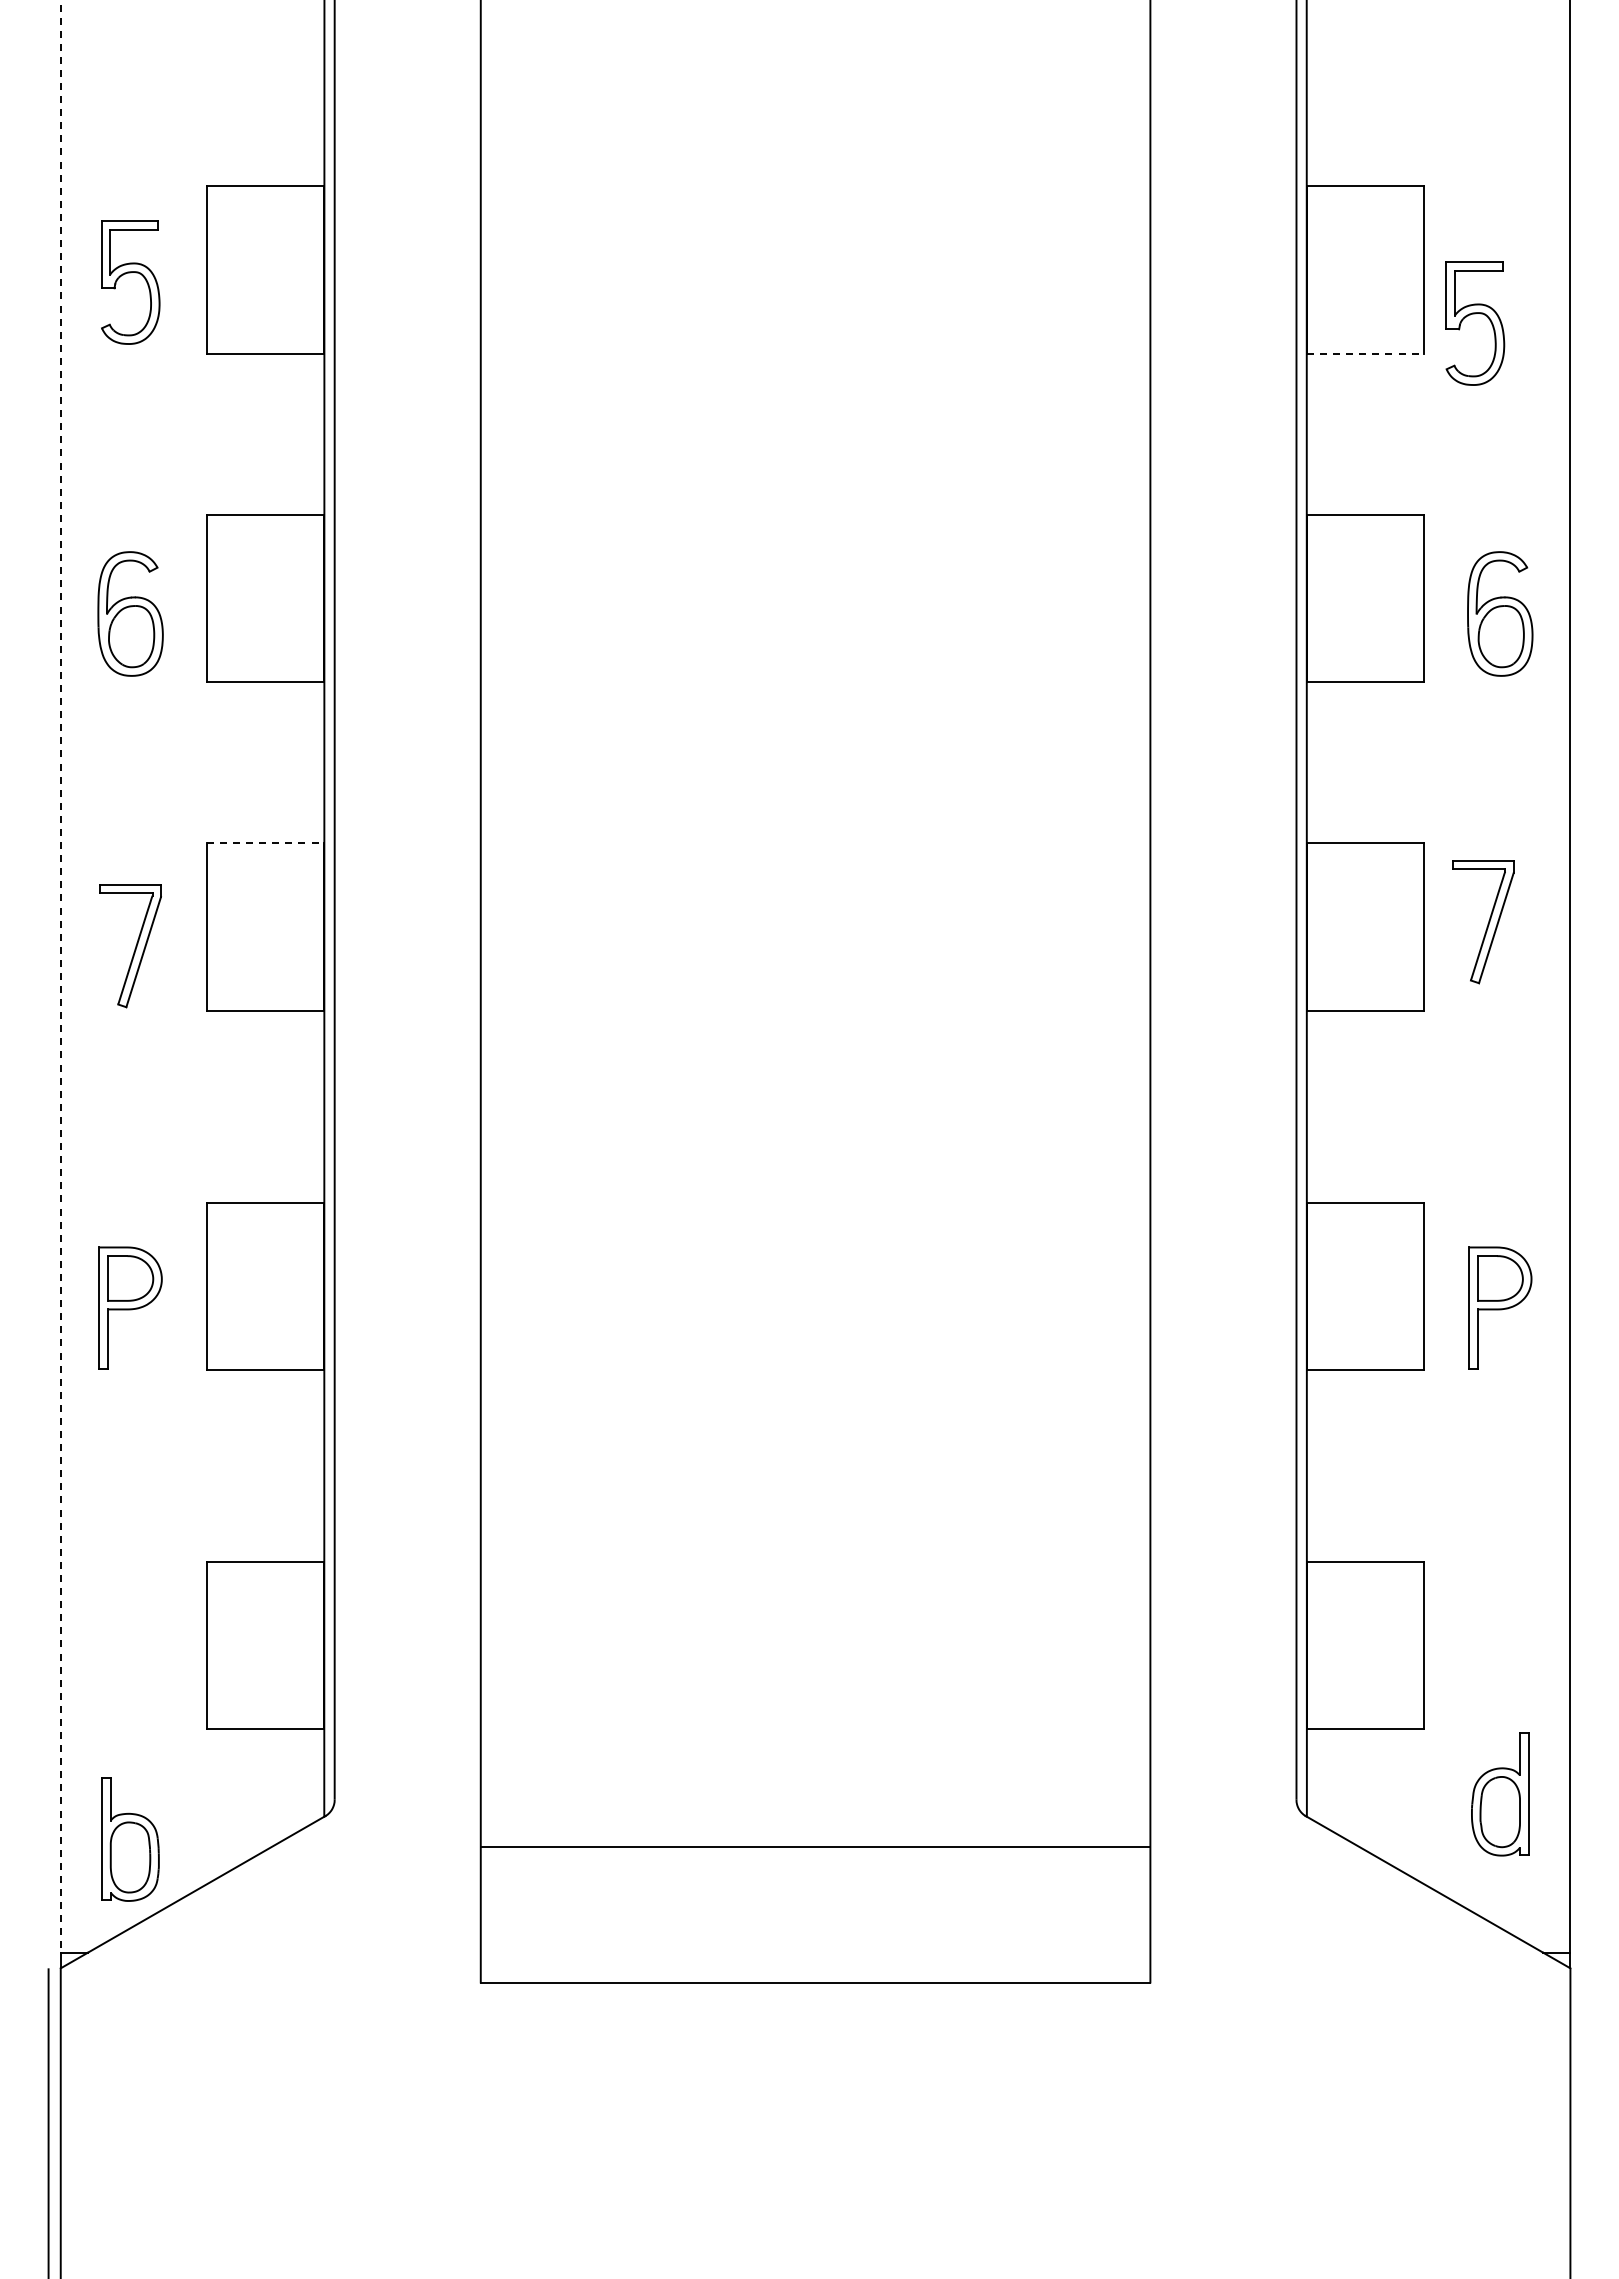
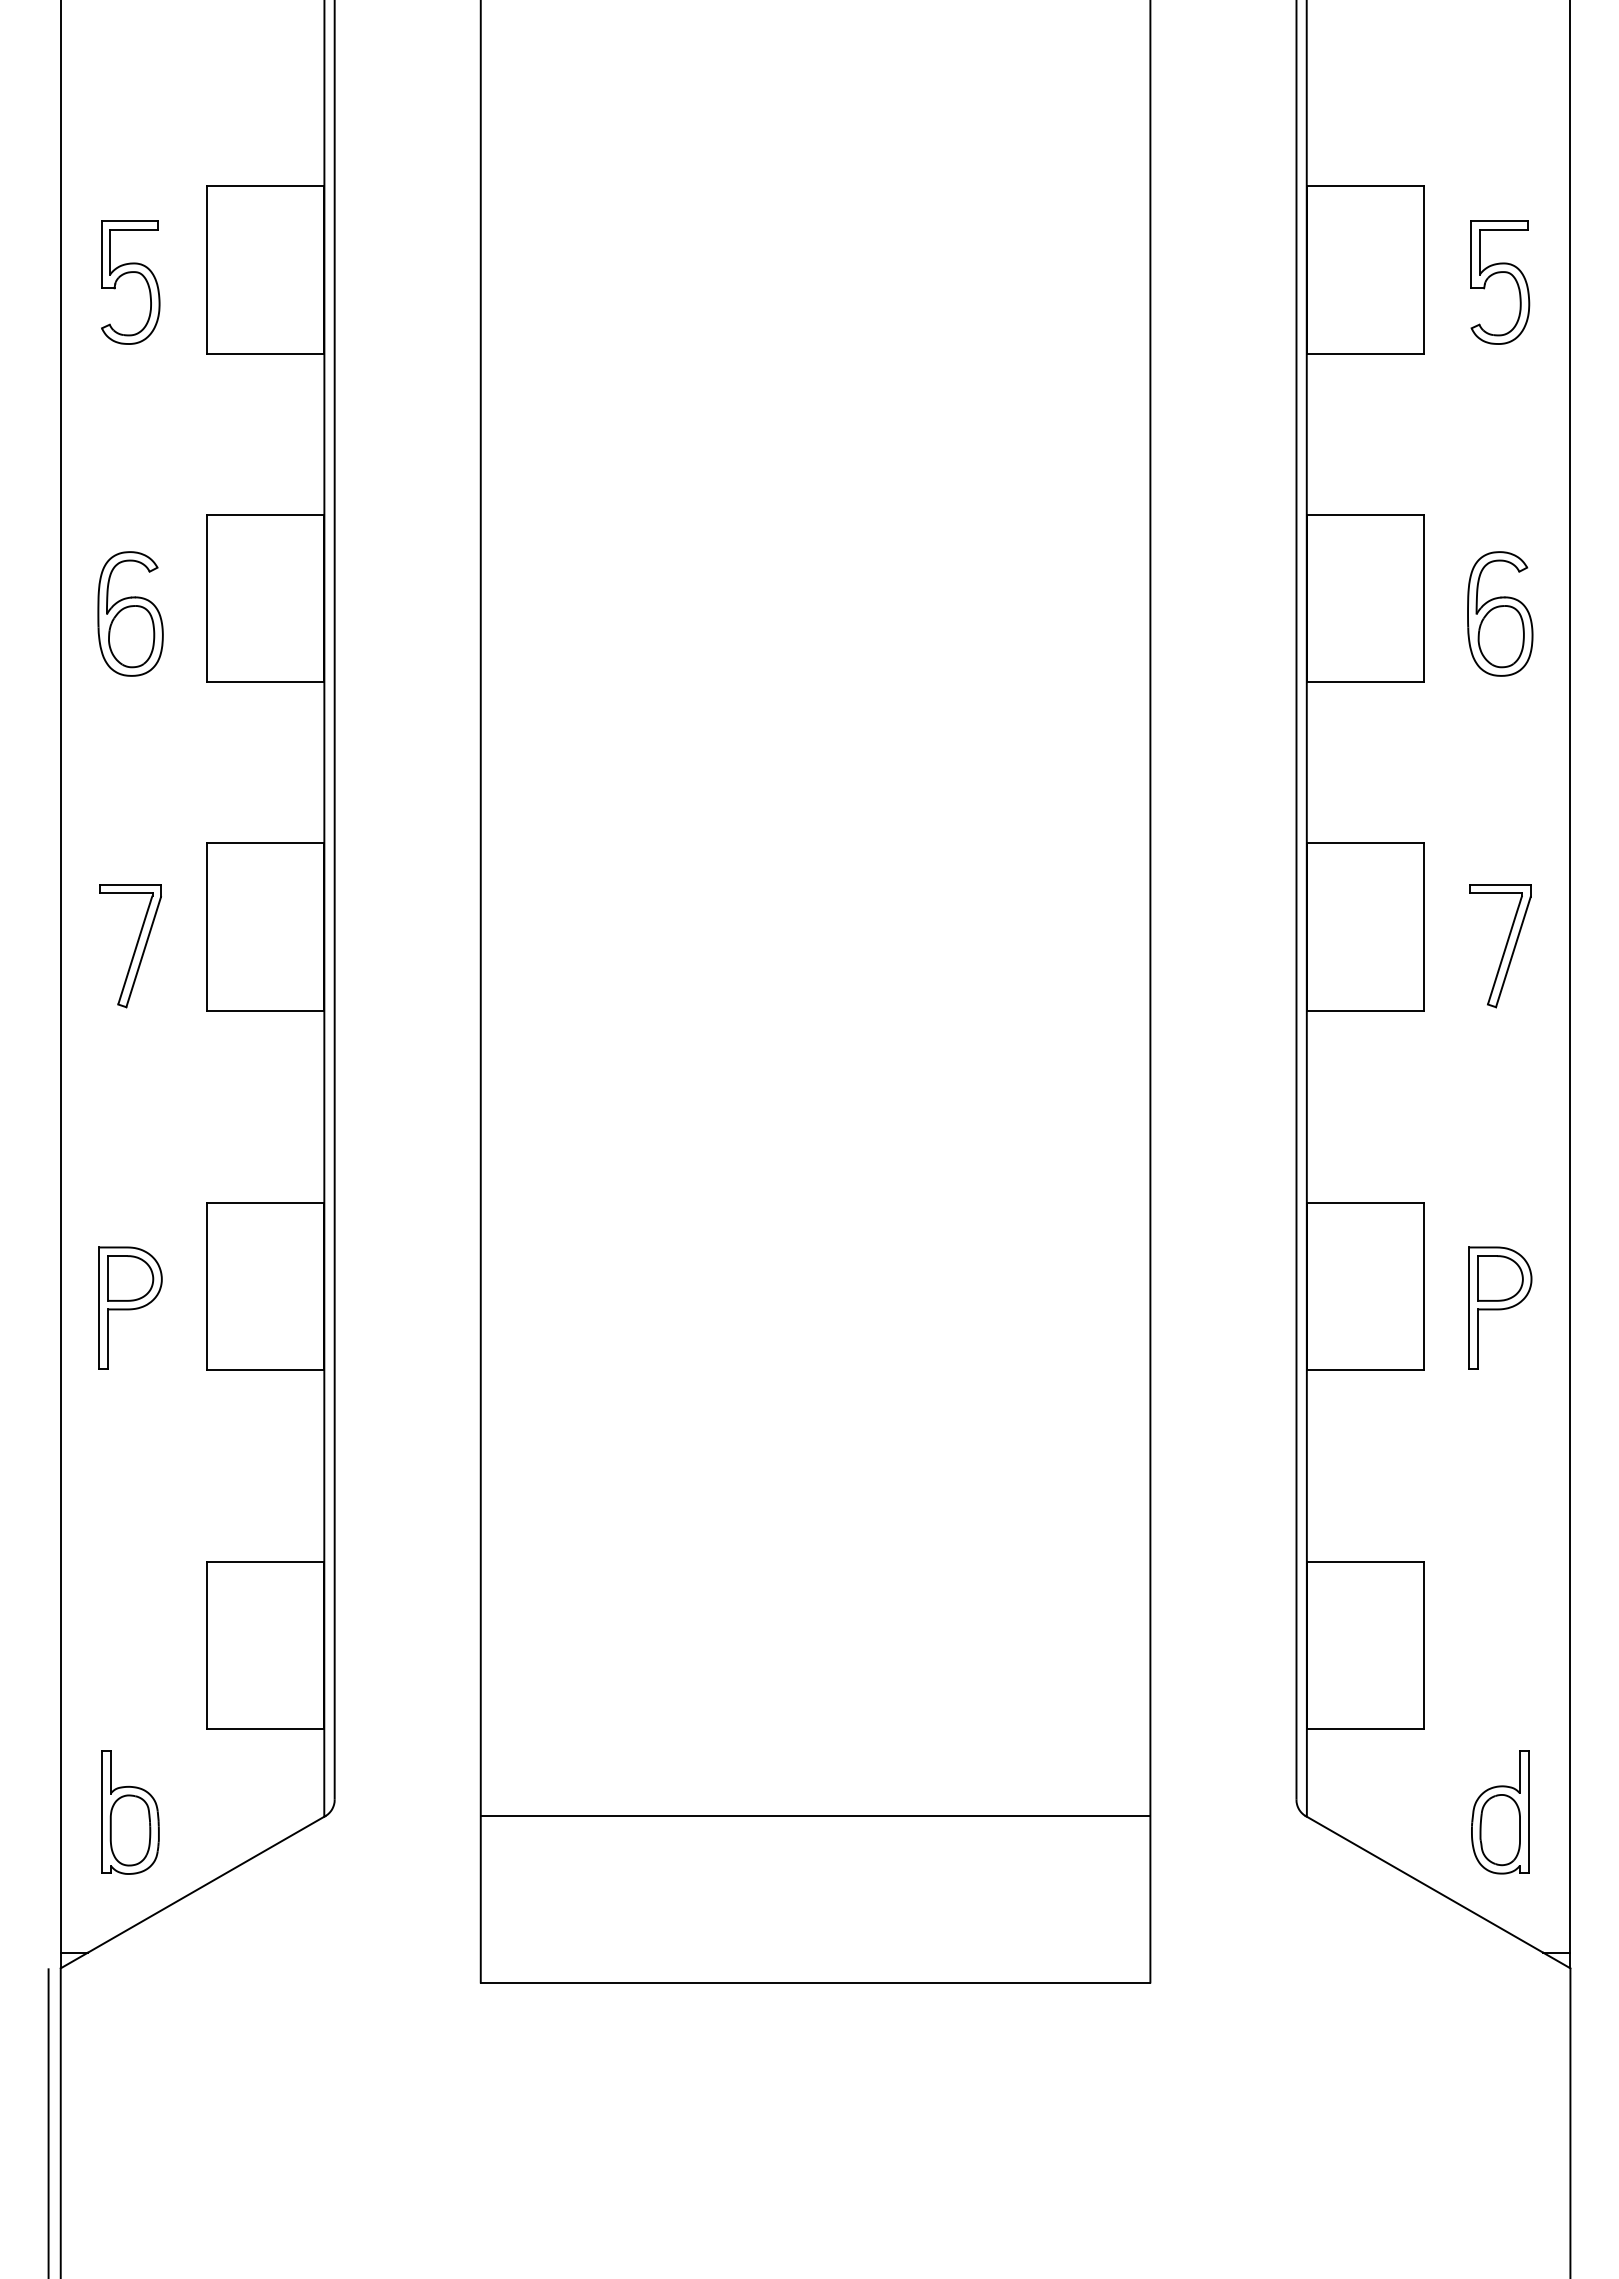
part at (1475, 314) position: (1475, 314) -> (1500, 273)
line at (1365, 353): dashed -> solid
line at (265, 843): dashed -> solid
part at (1483, 922) position: (1483, 922) -> (1500, 946)
line at (60, 977): dashed -> solid
part at (1500, 1794) position: (1500, 1794) -> (1500, 1812)
part at (130, 1839) position: (130, 1839) -> (130, 1812)
line at (815, 1847) position: (815, 1847) -> (815, 1816)
